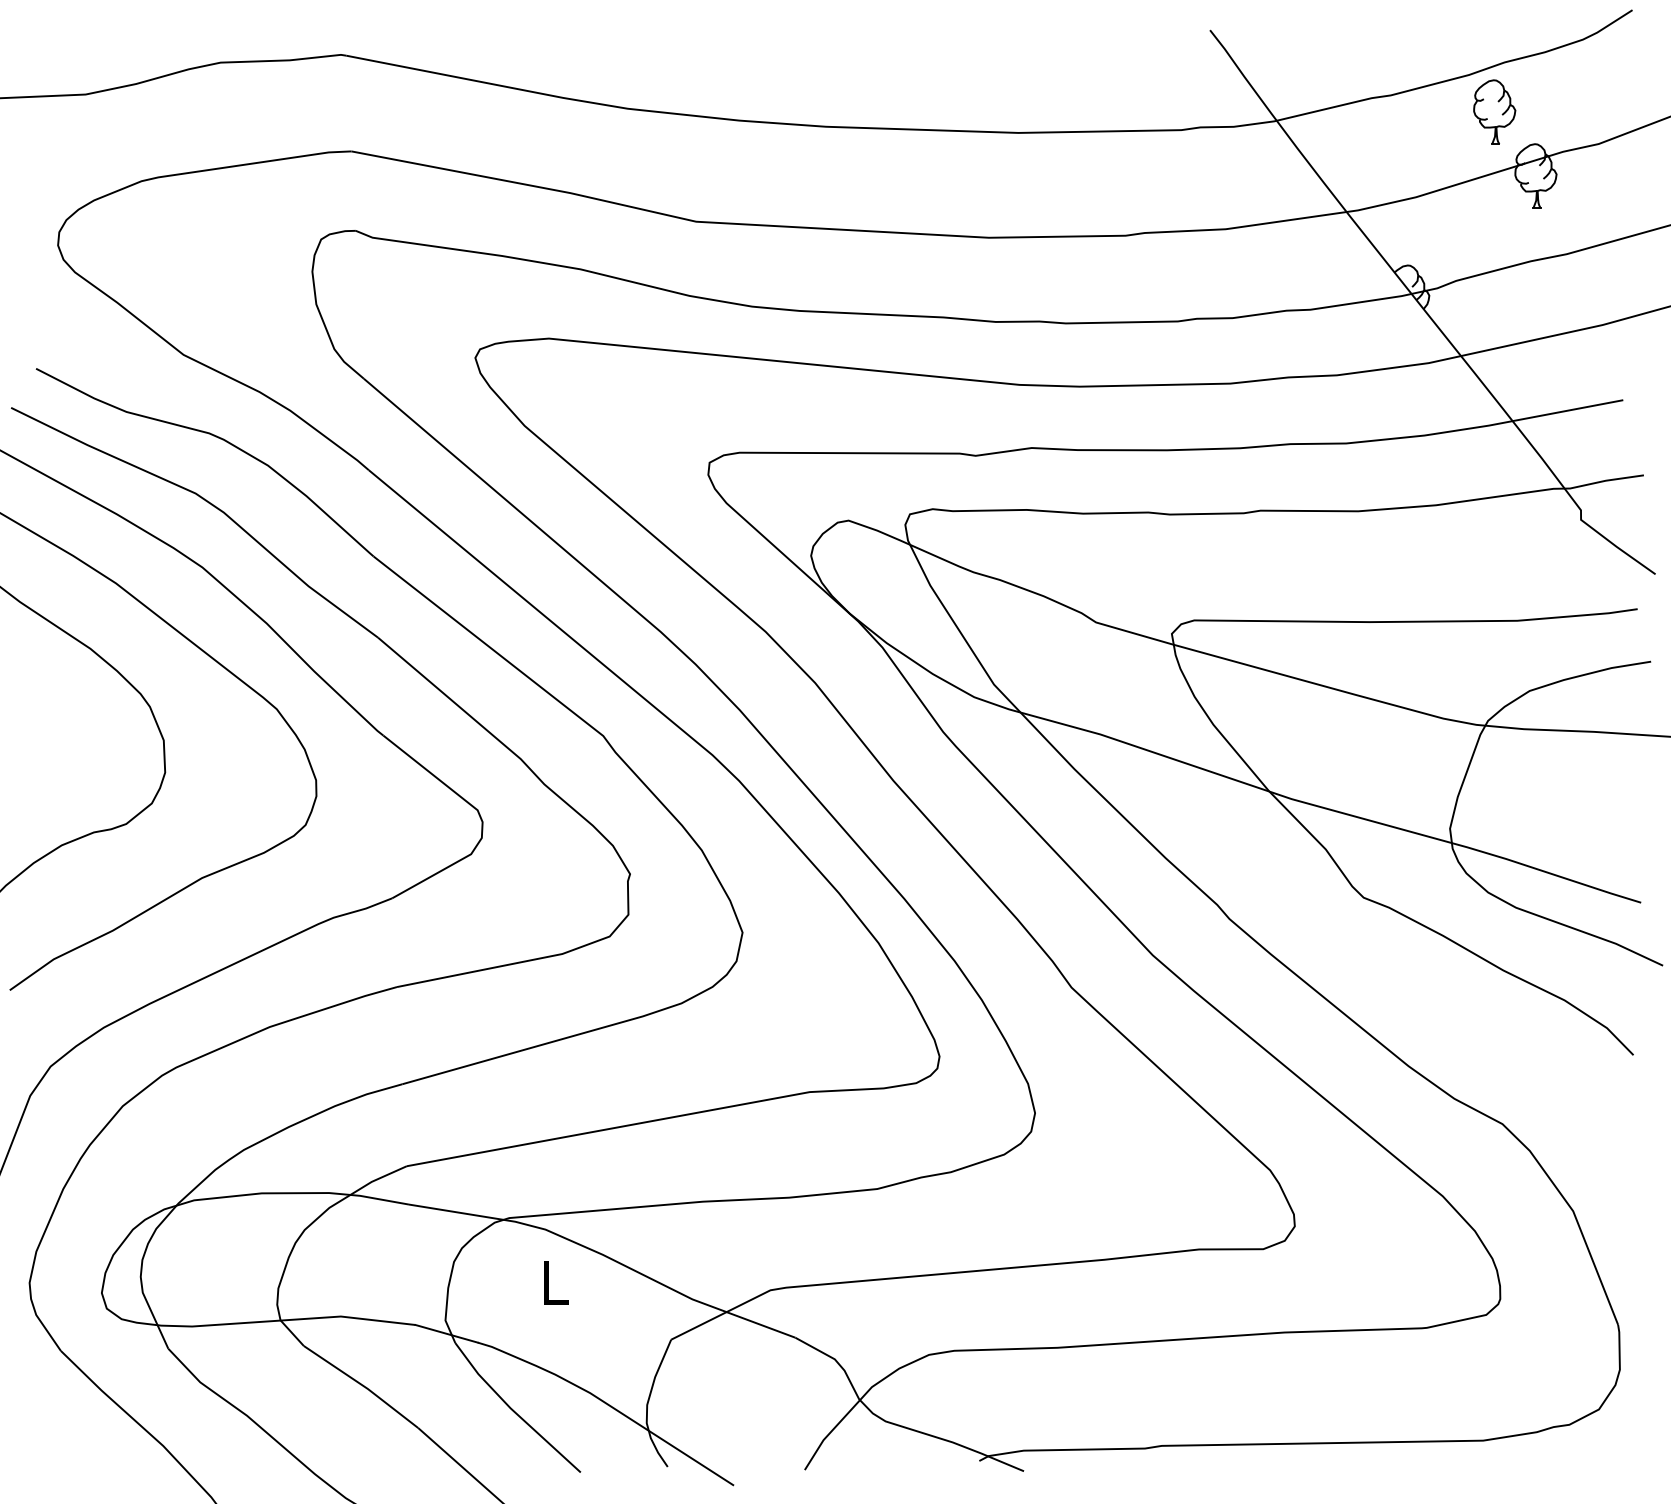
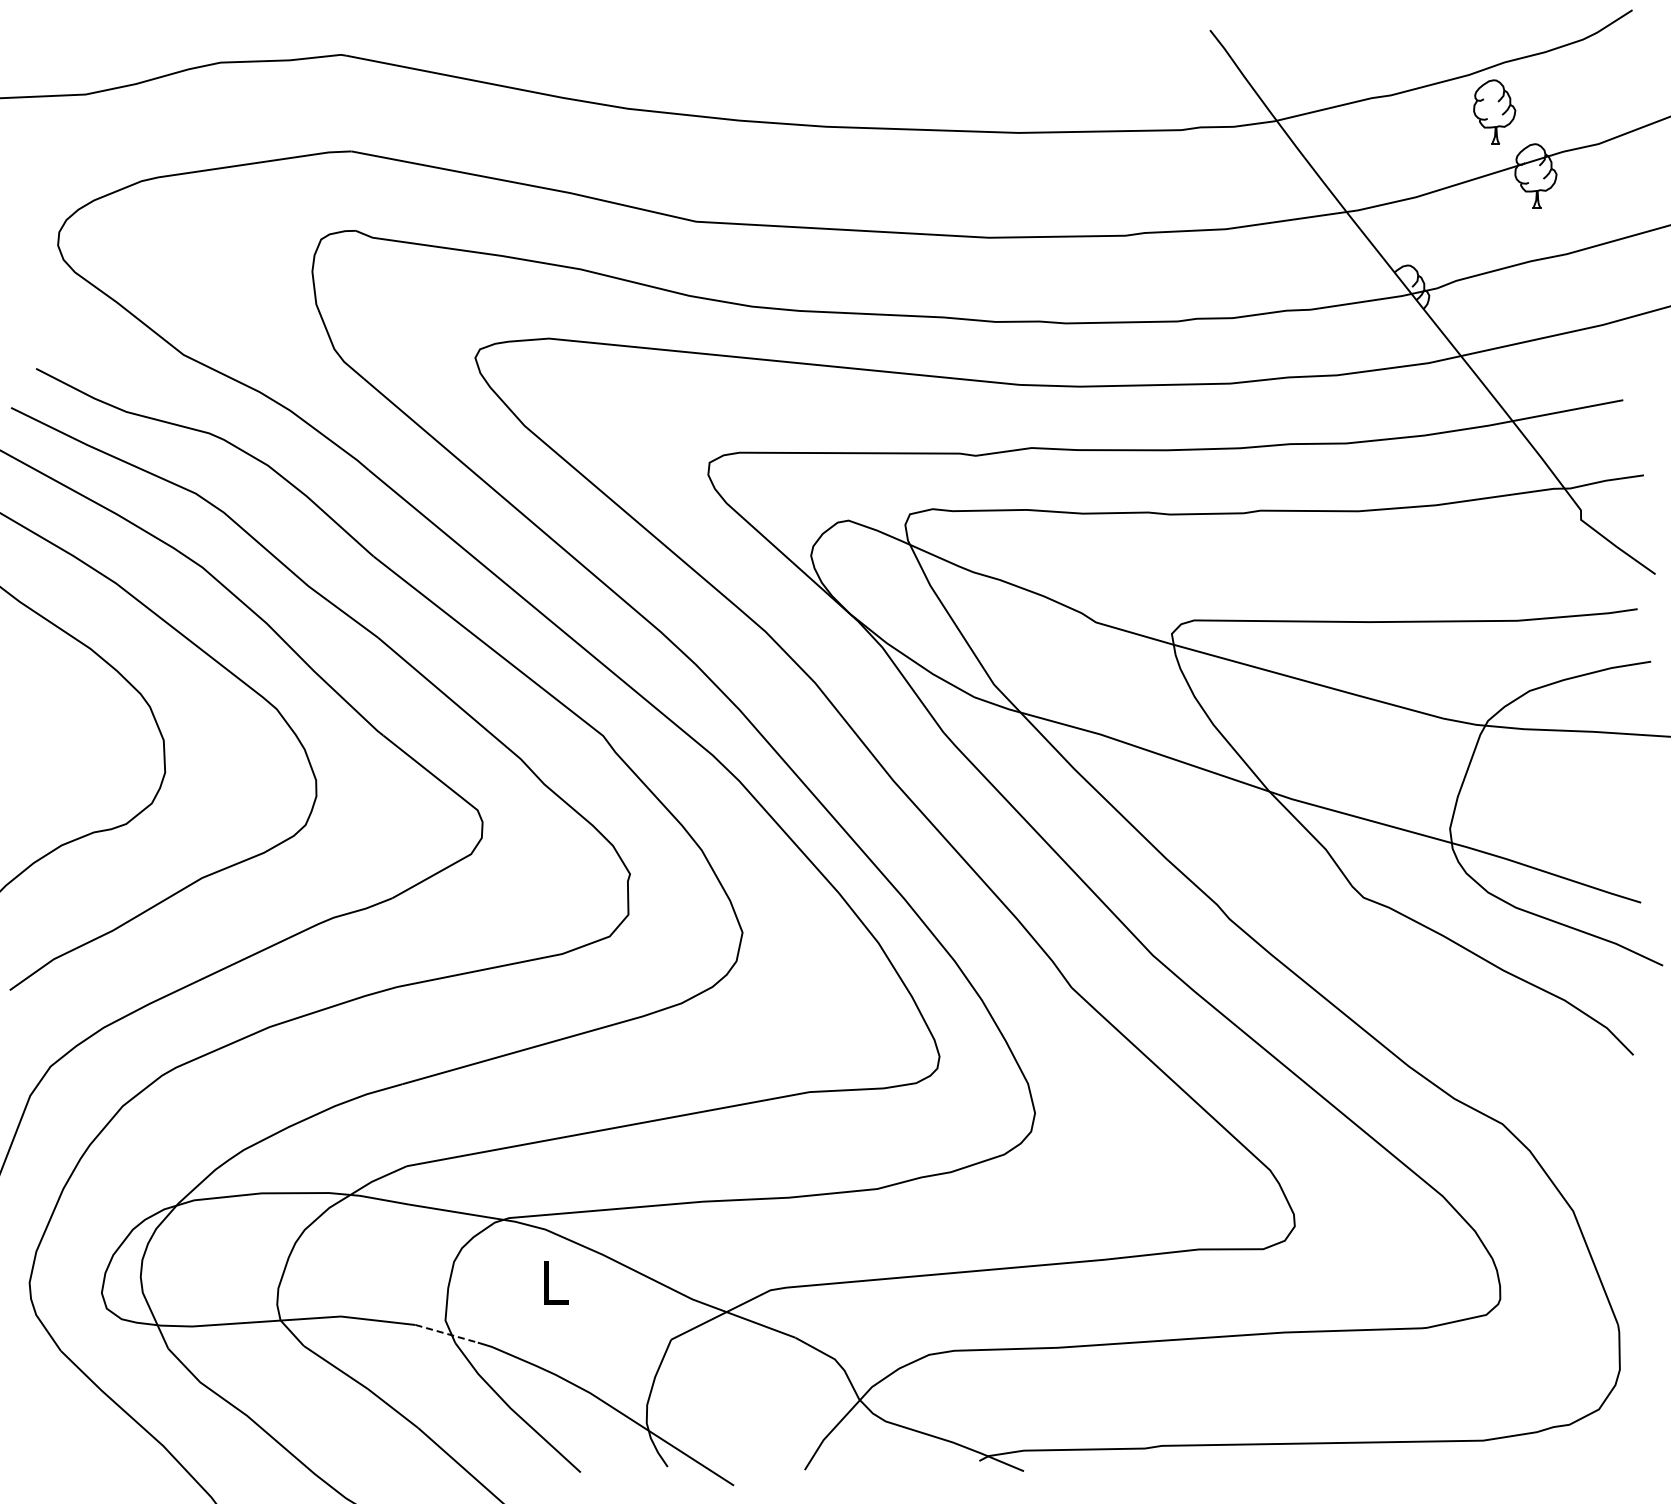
line at (447, 1333): solid -> dashed
